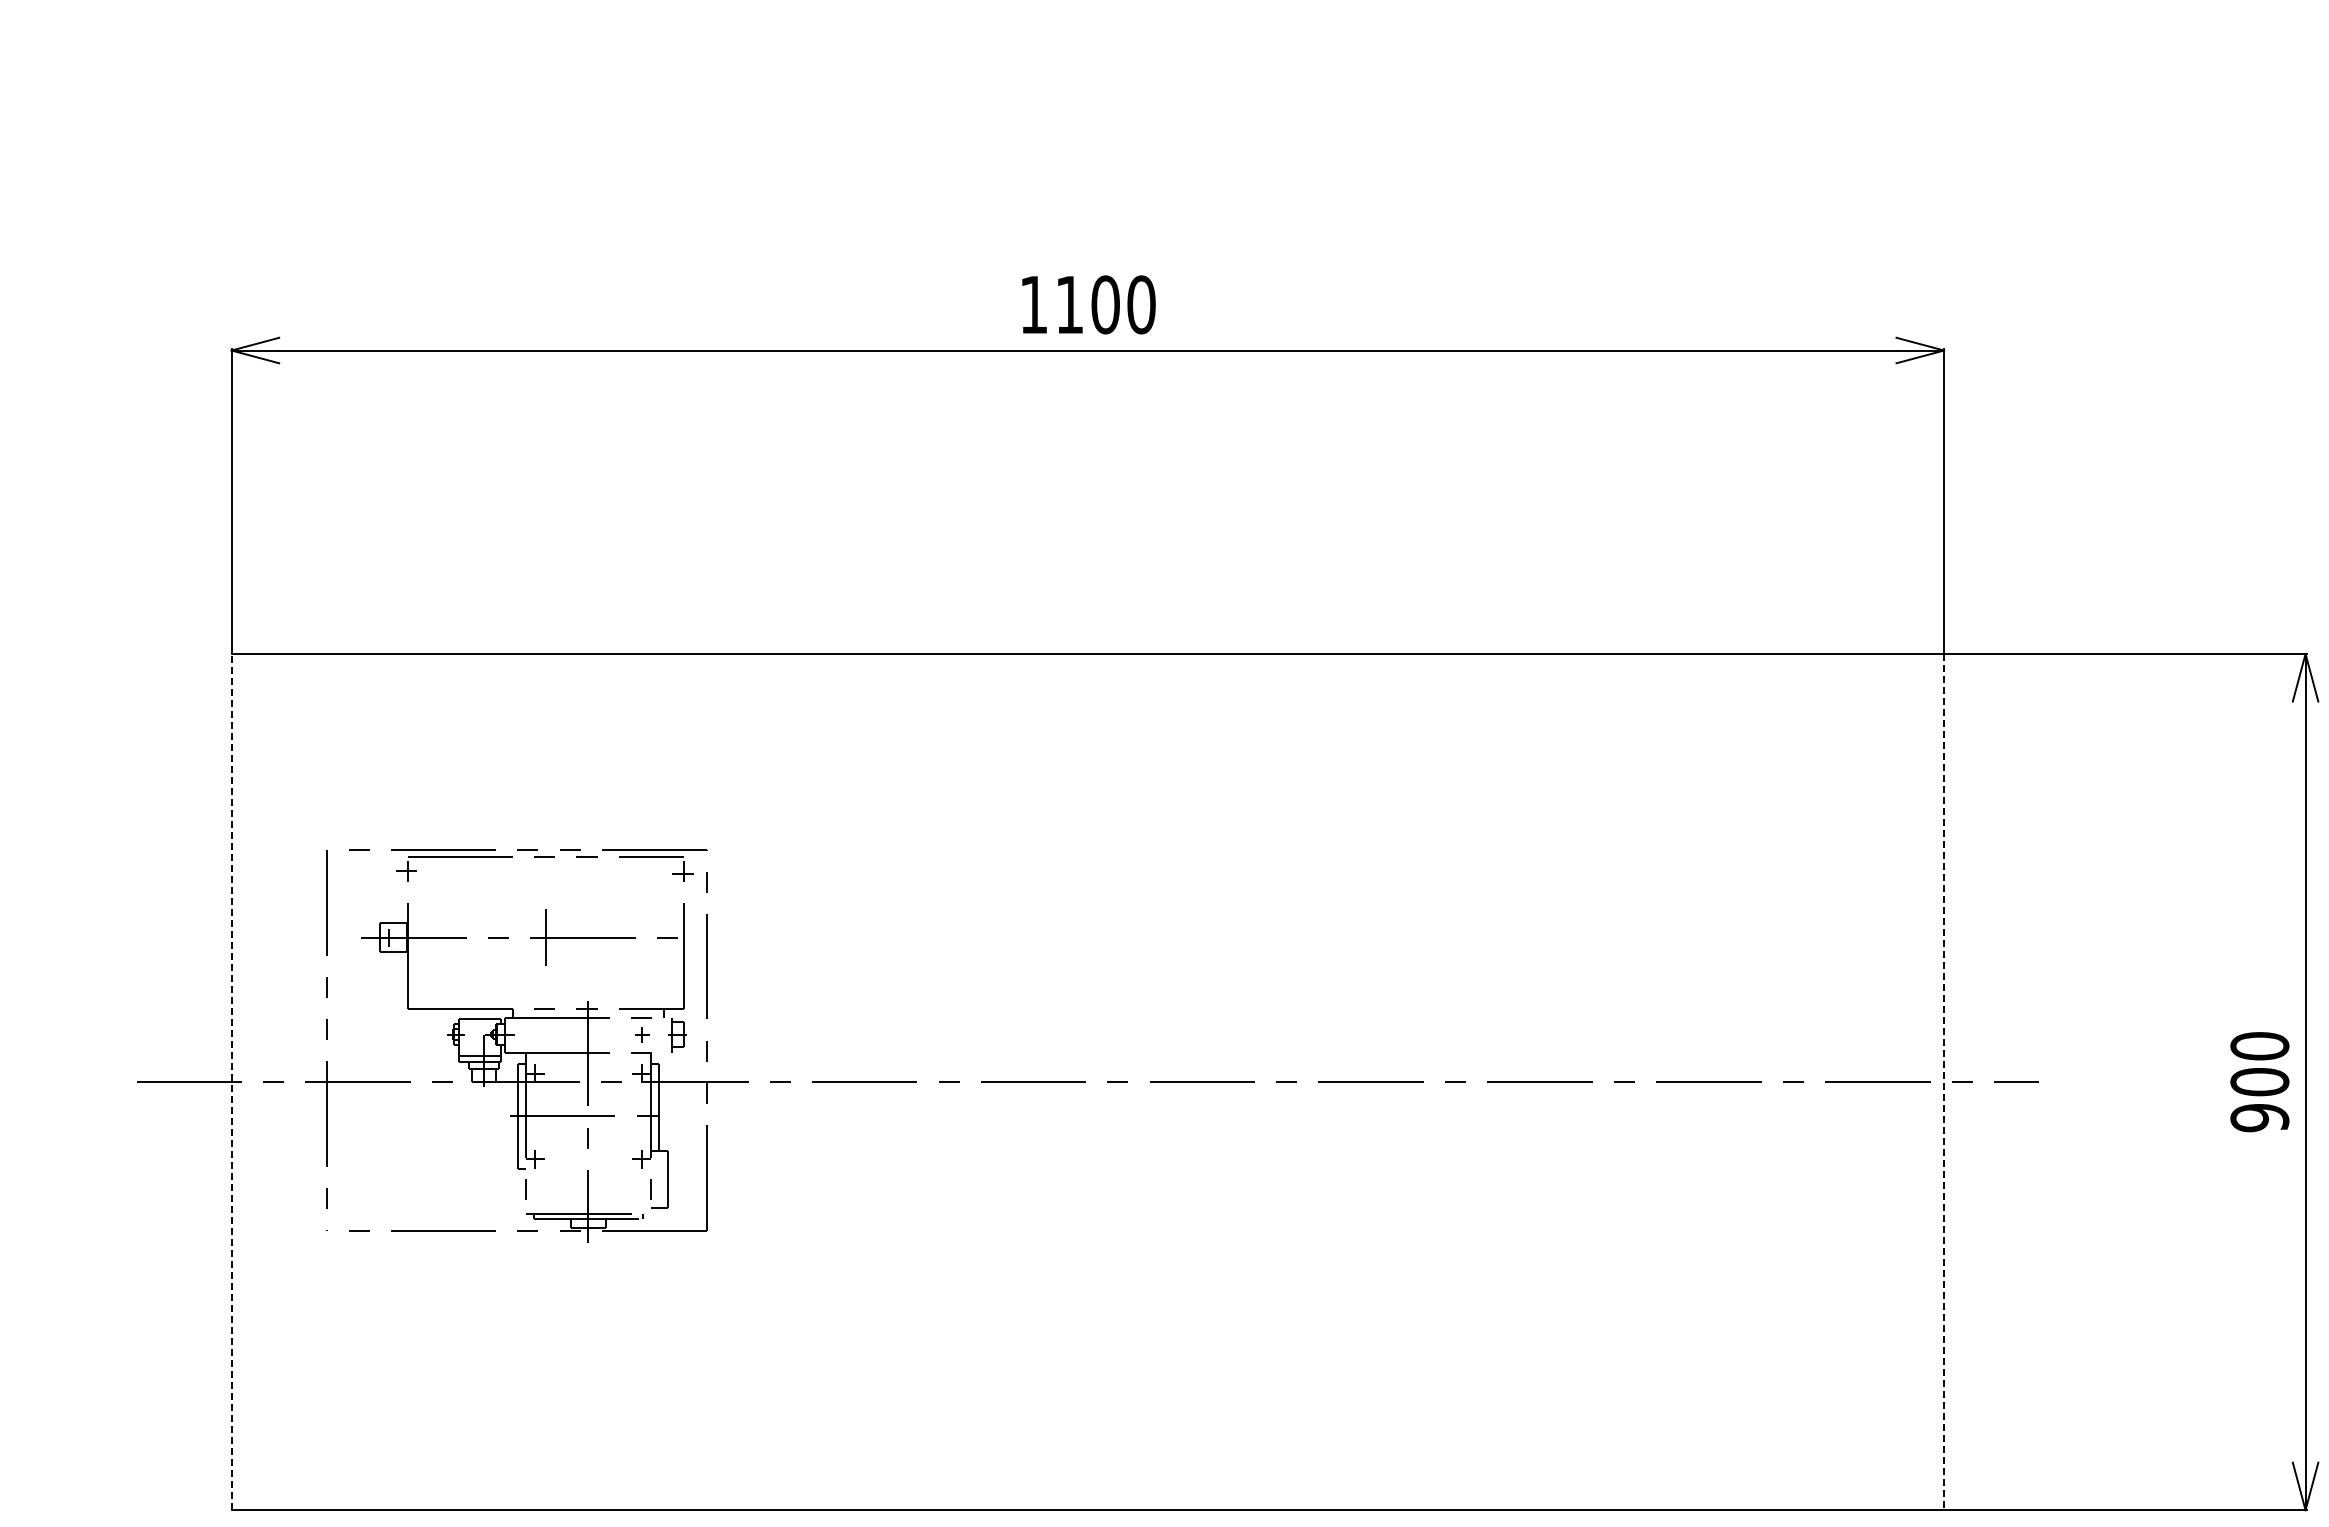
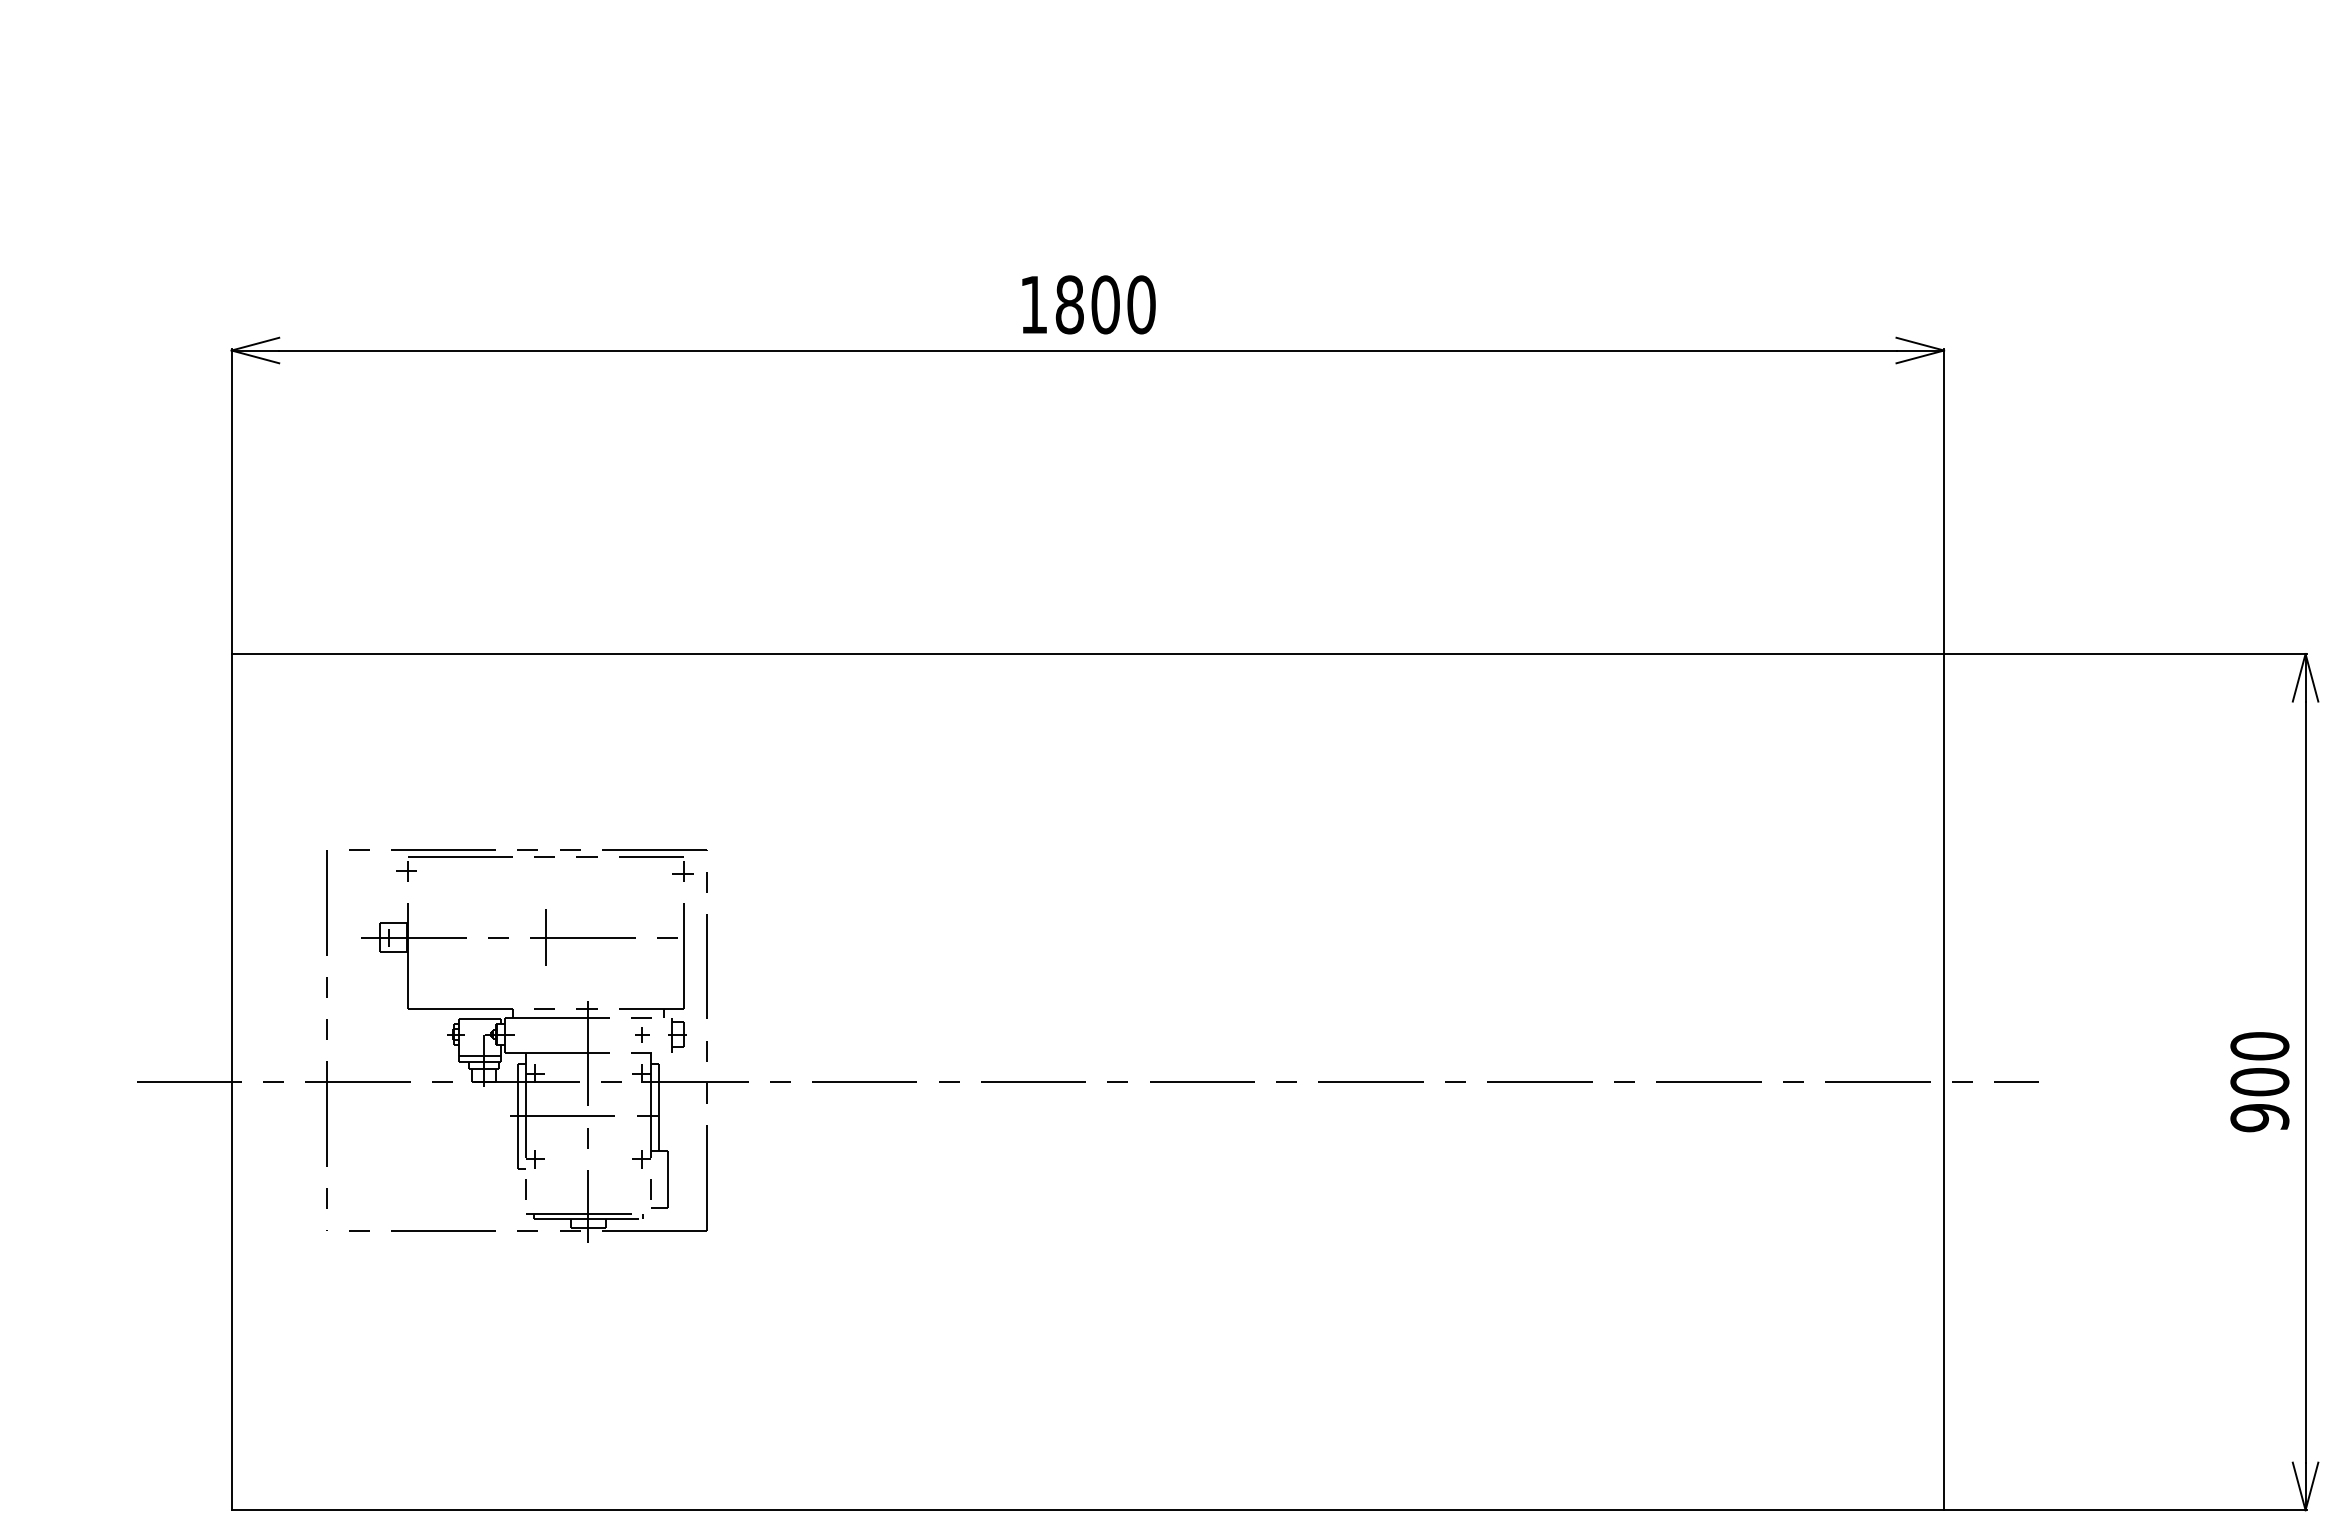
text at (1069, 304): 1100 -> 1800
line at (231, 1081): dashed -> solid
line at (1944, 1082): dashed -> solid
